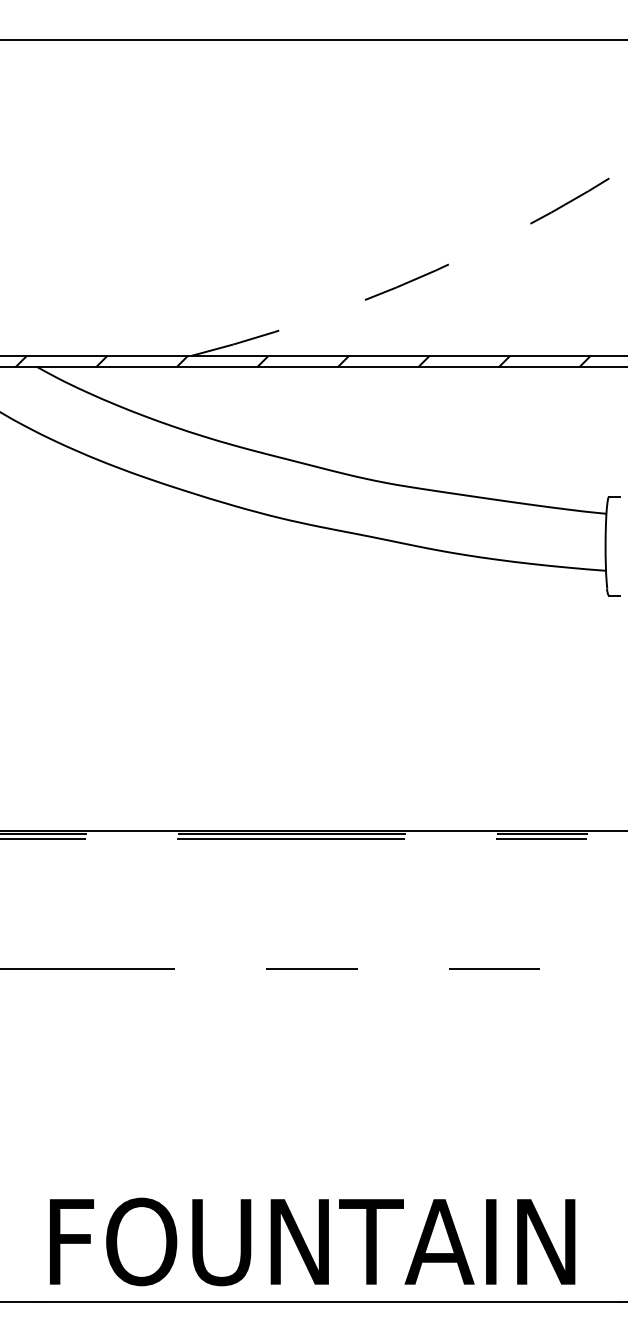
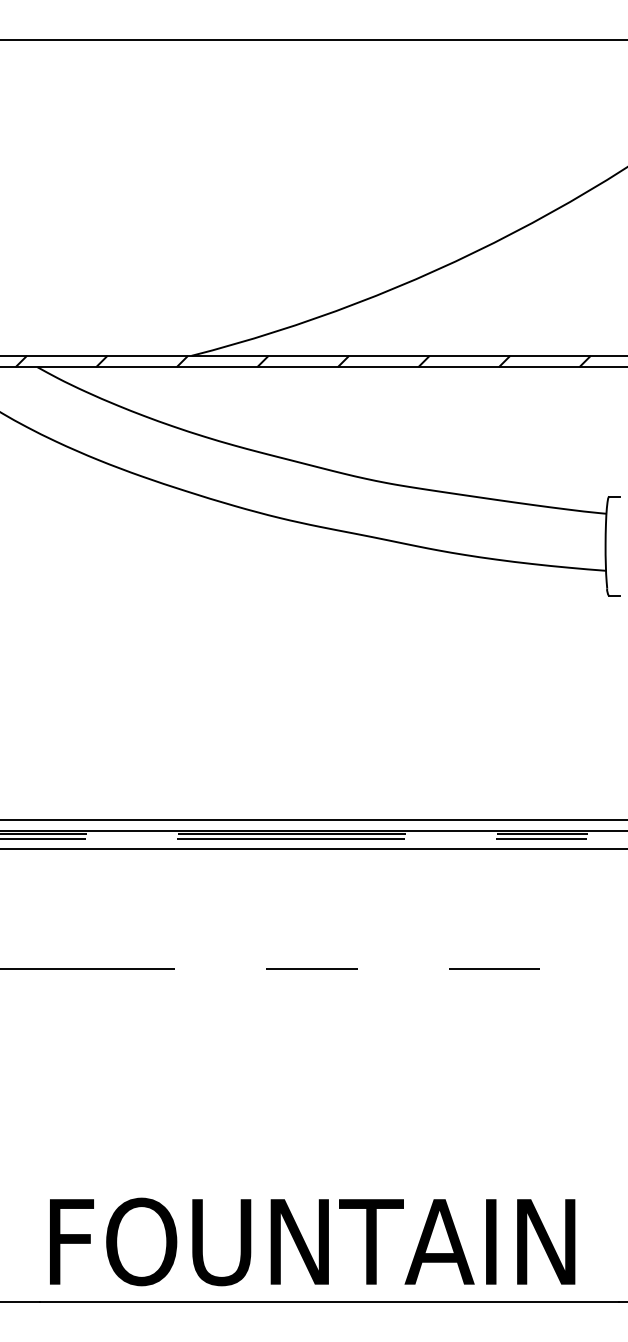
arc at (417, 278): dashed -> solid
line at (313, 819): none -> present
line at (313, 849): none -> present
